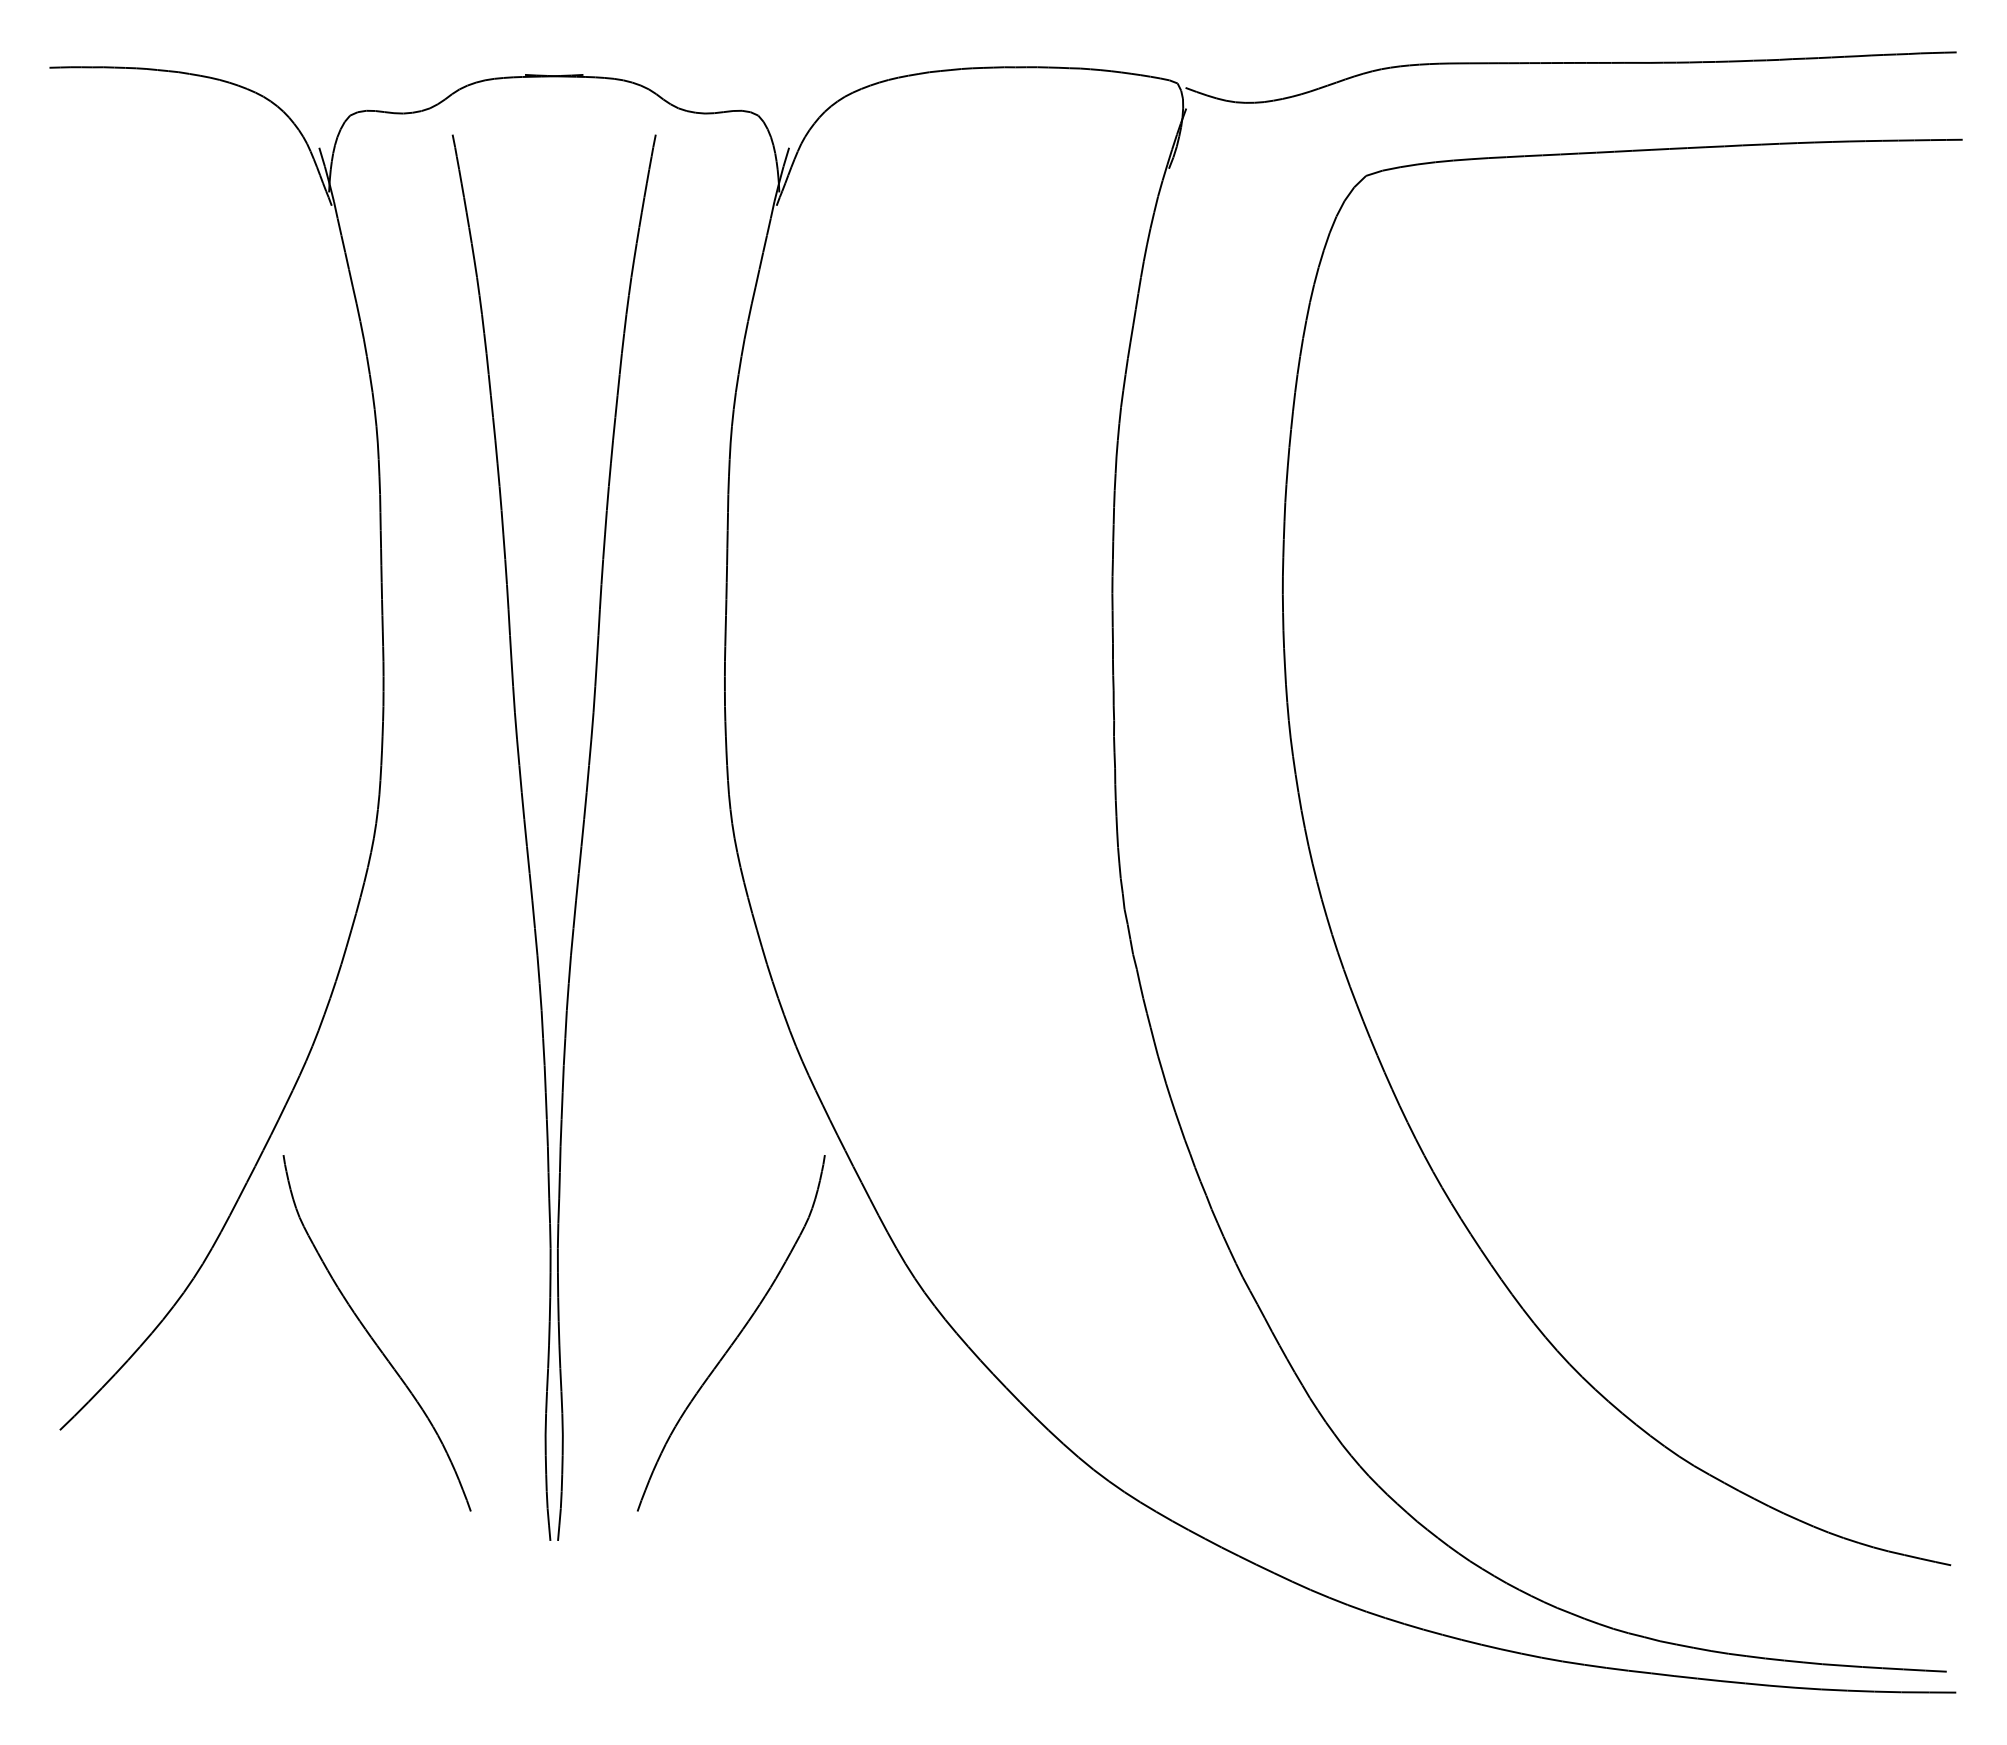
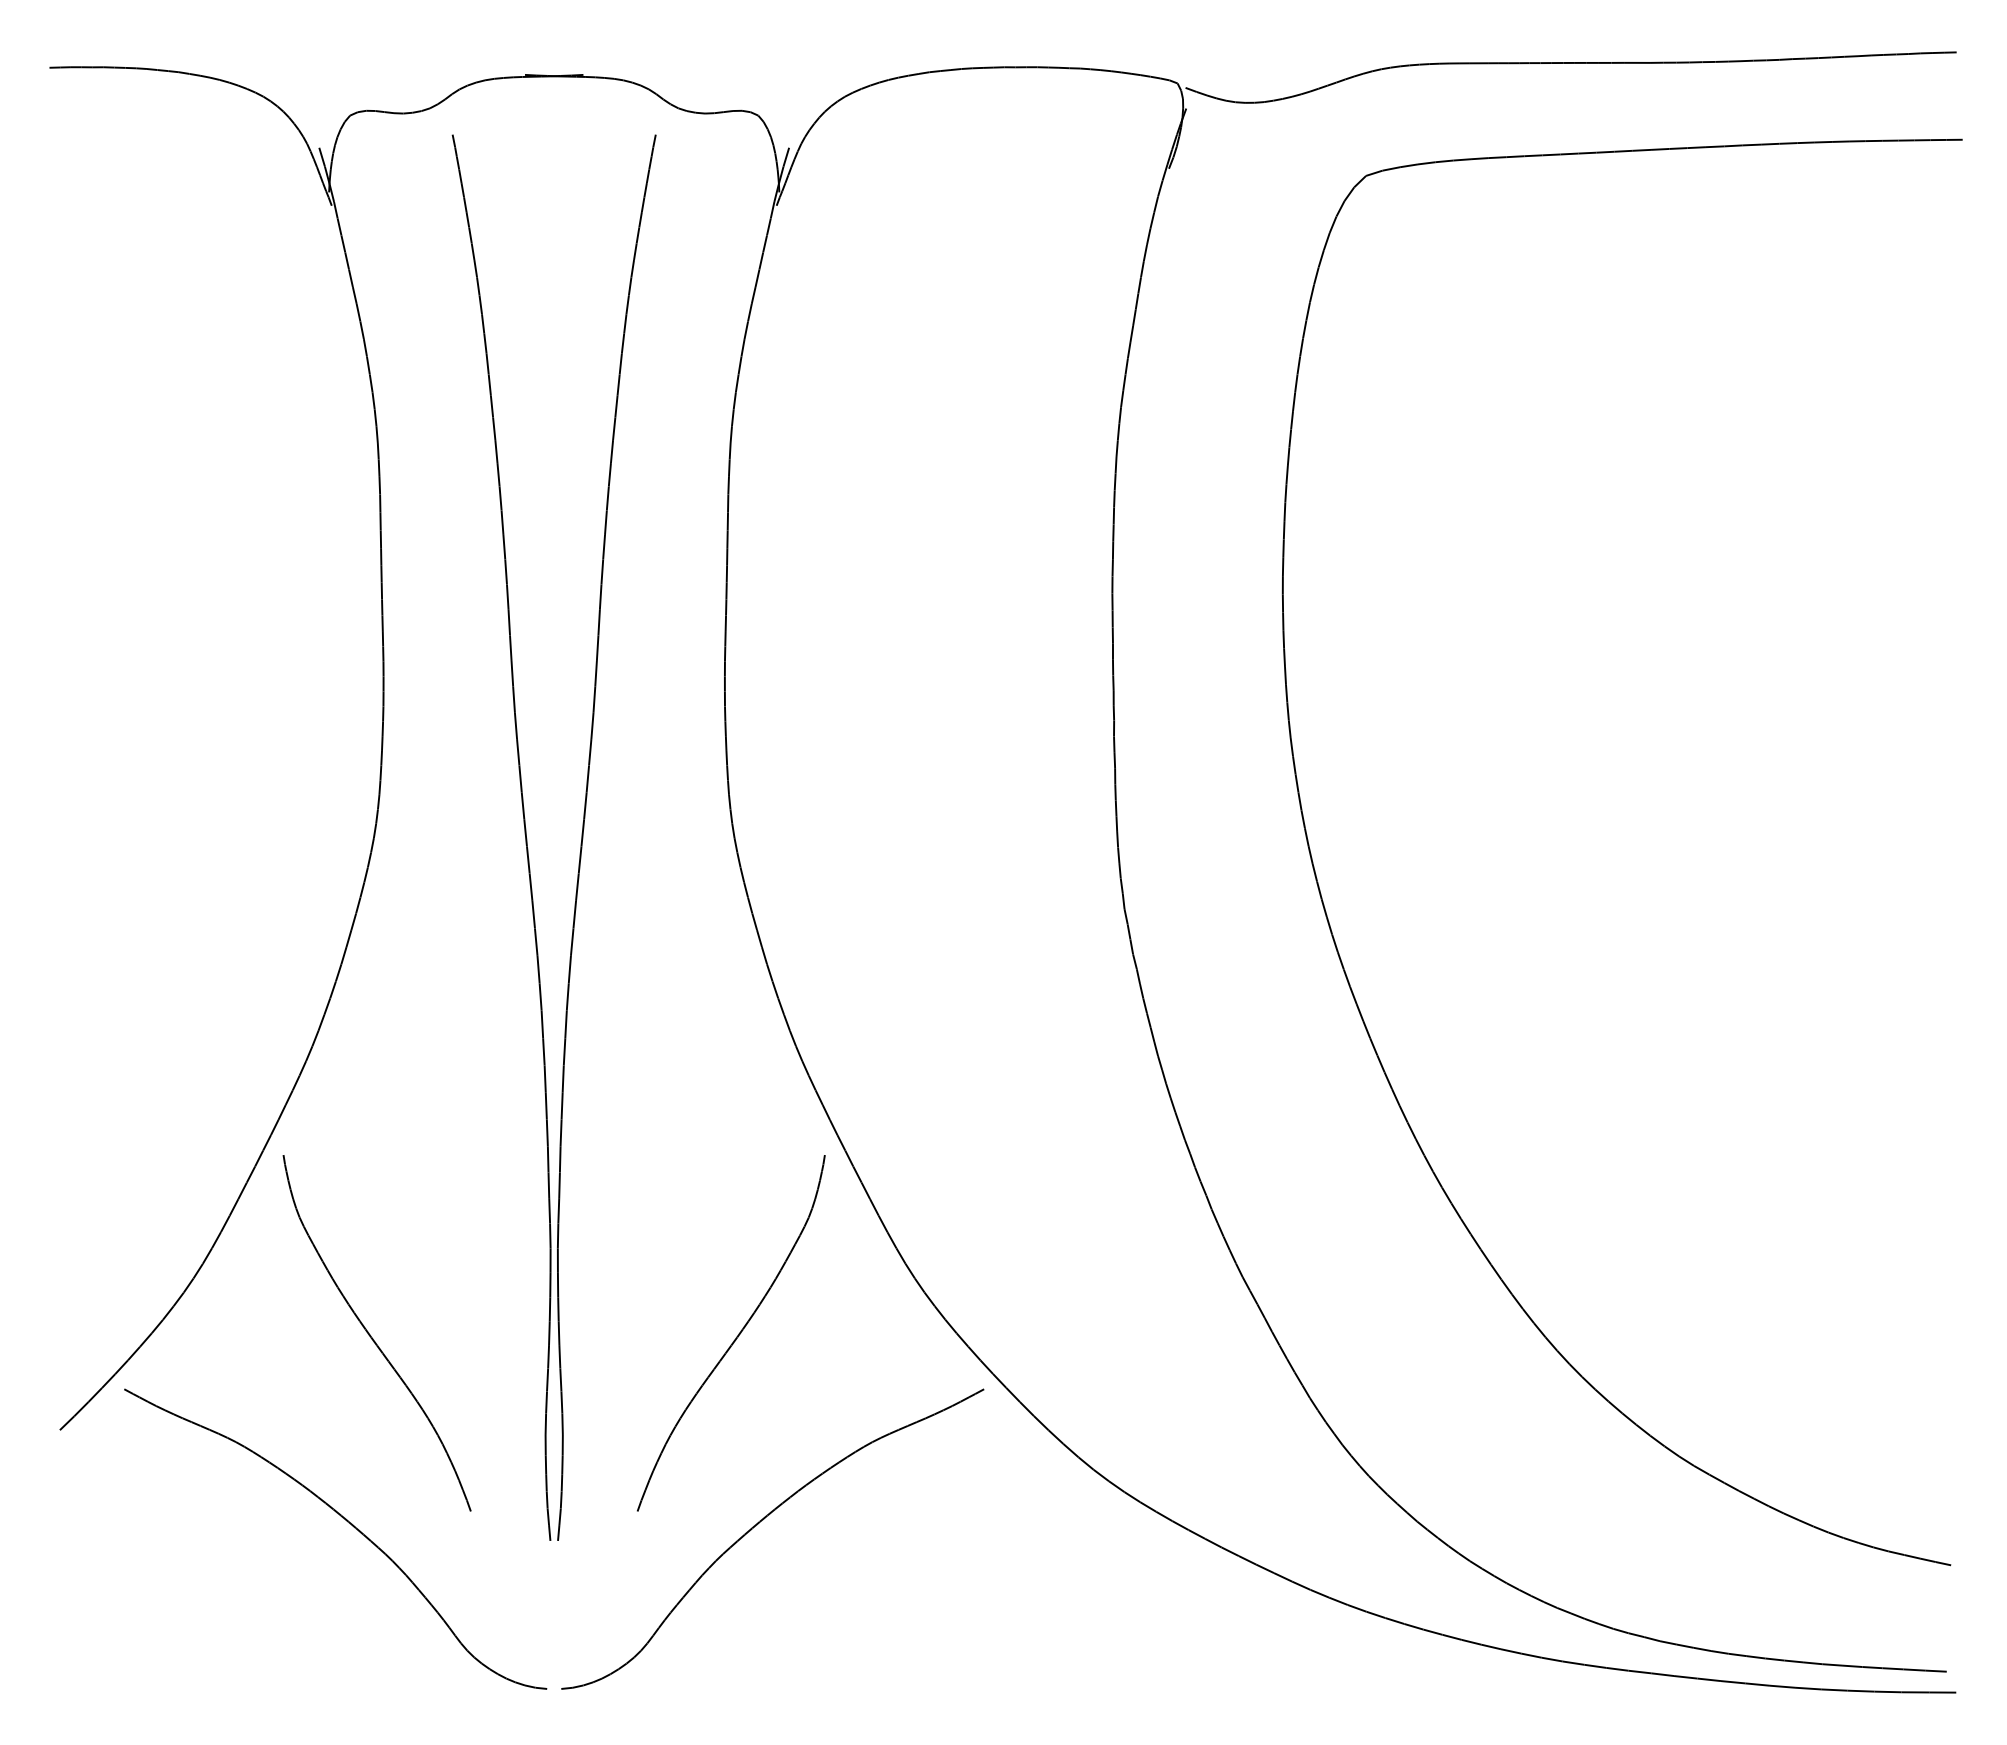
part at (347, 1522): none -> present
part at (758, 1524): none -> present
